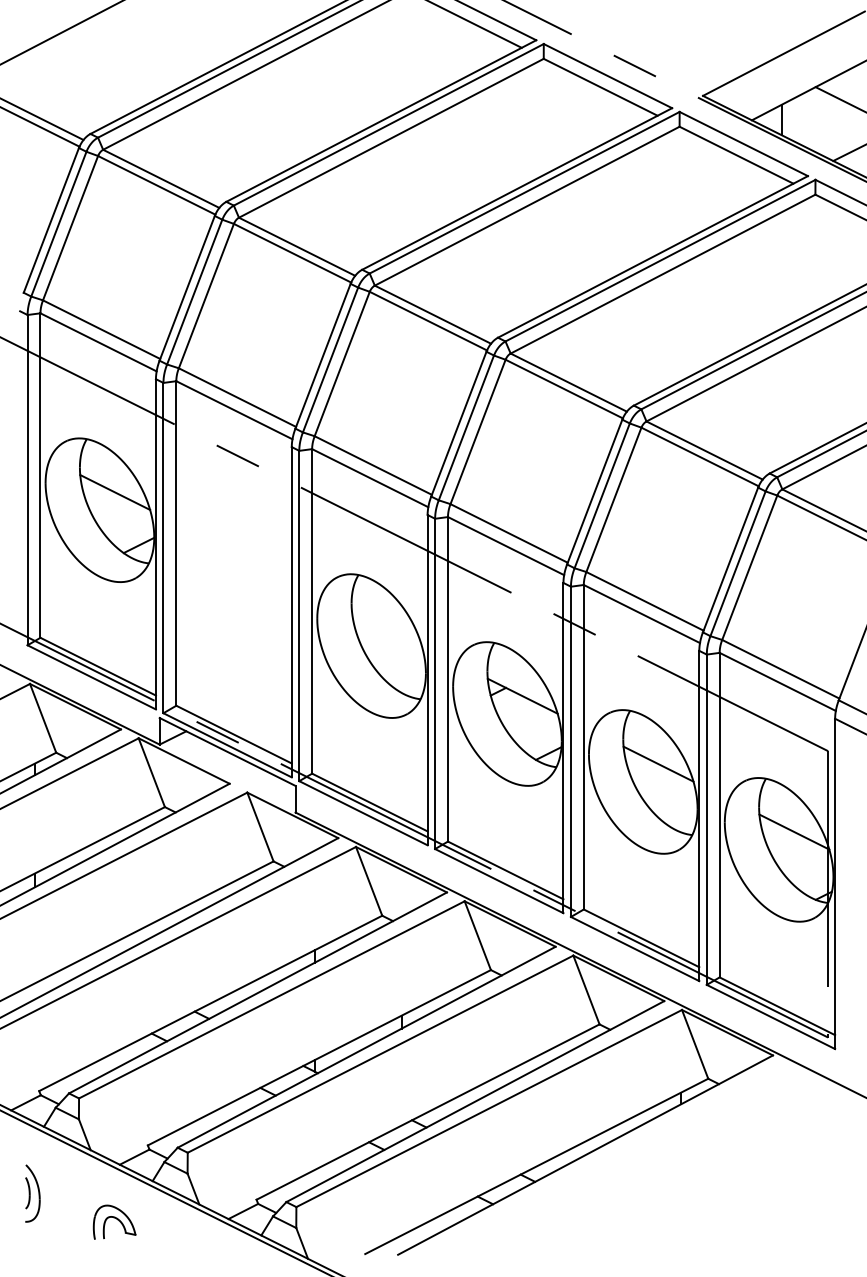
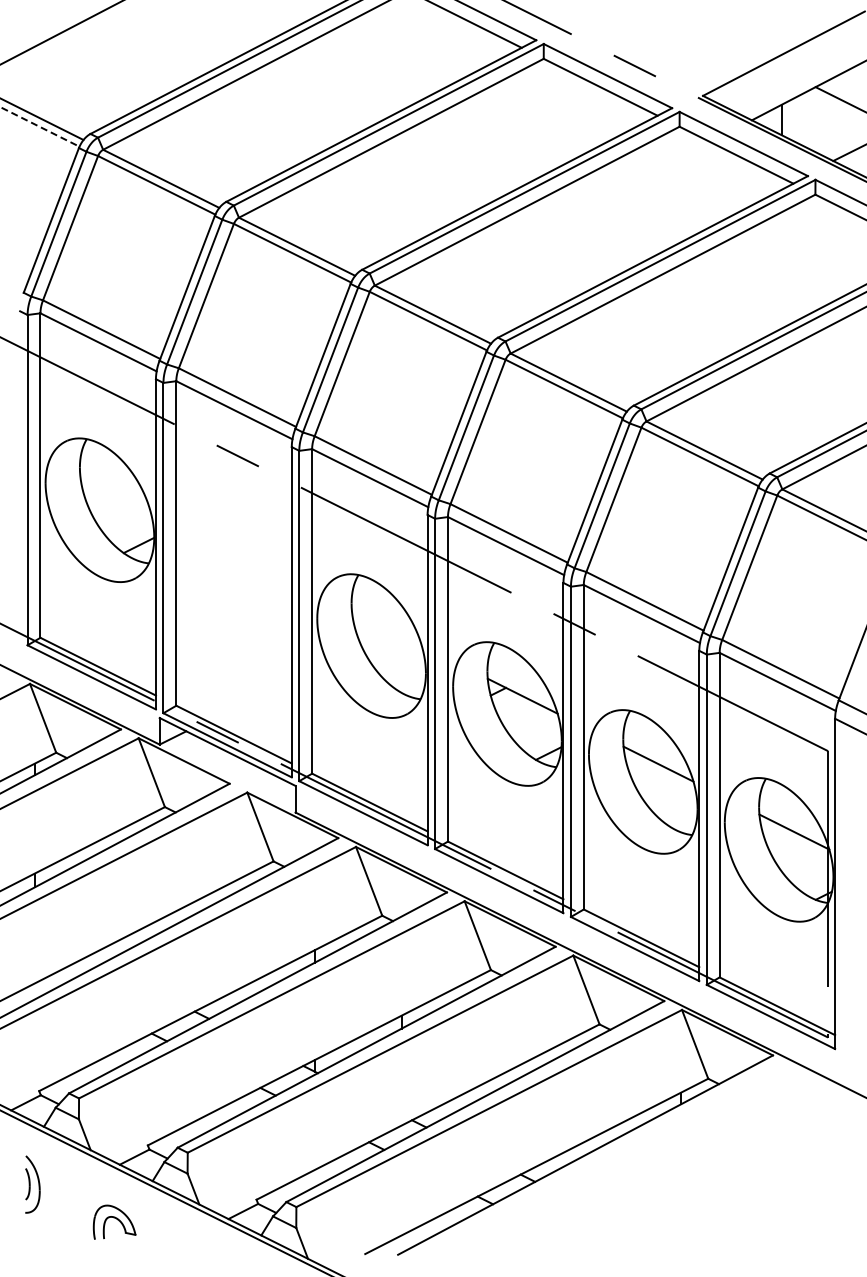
line at (40, 127): solid -> dashed
line at (115, 492): present -> none
part at (32, 1193) position: (32, 1193) -> (32, 1184)
